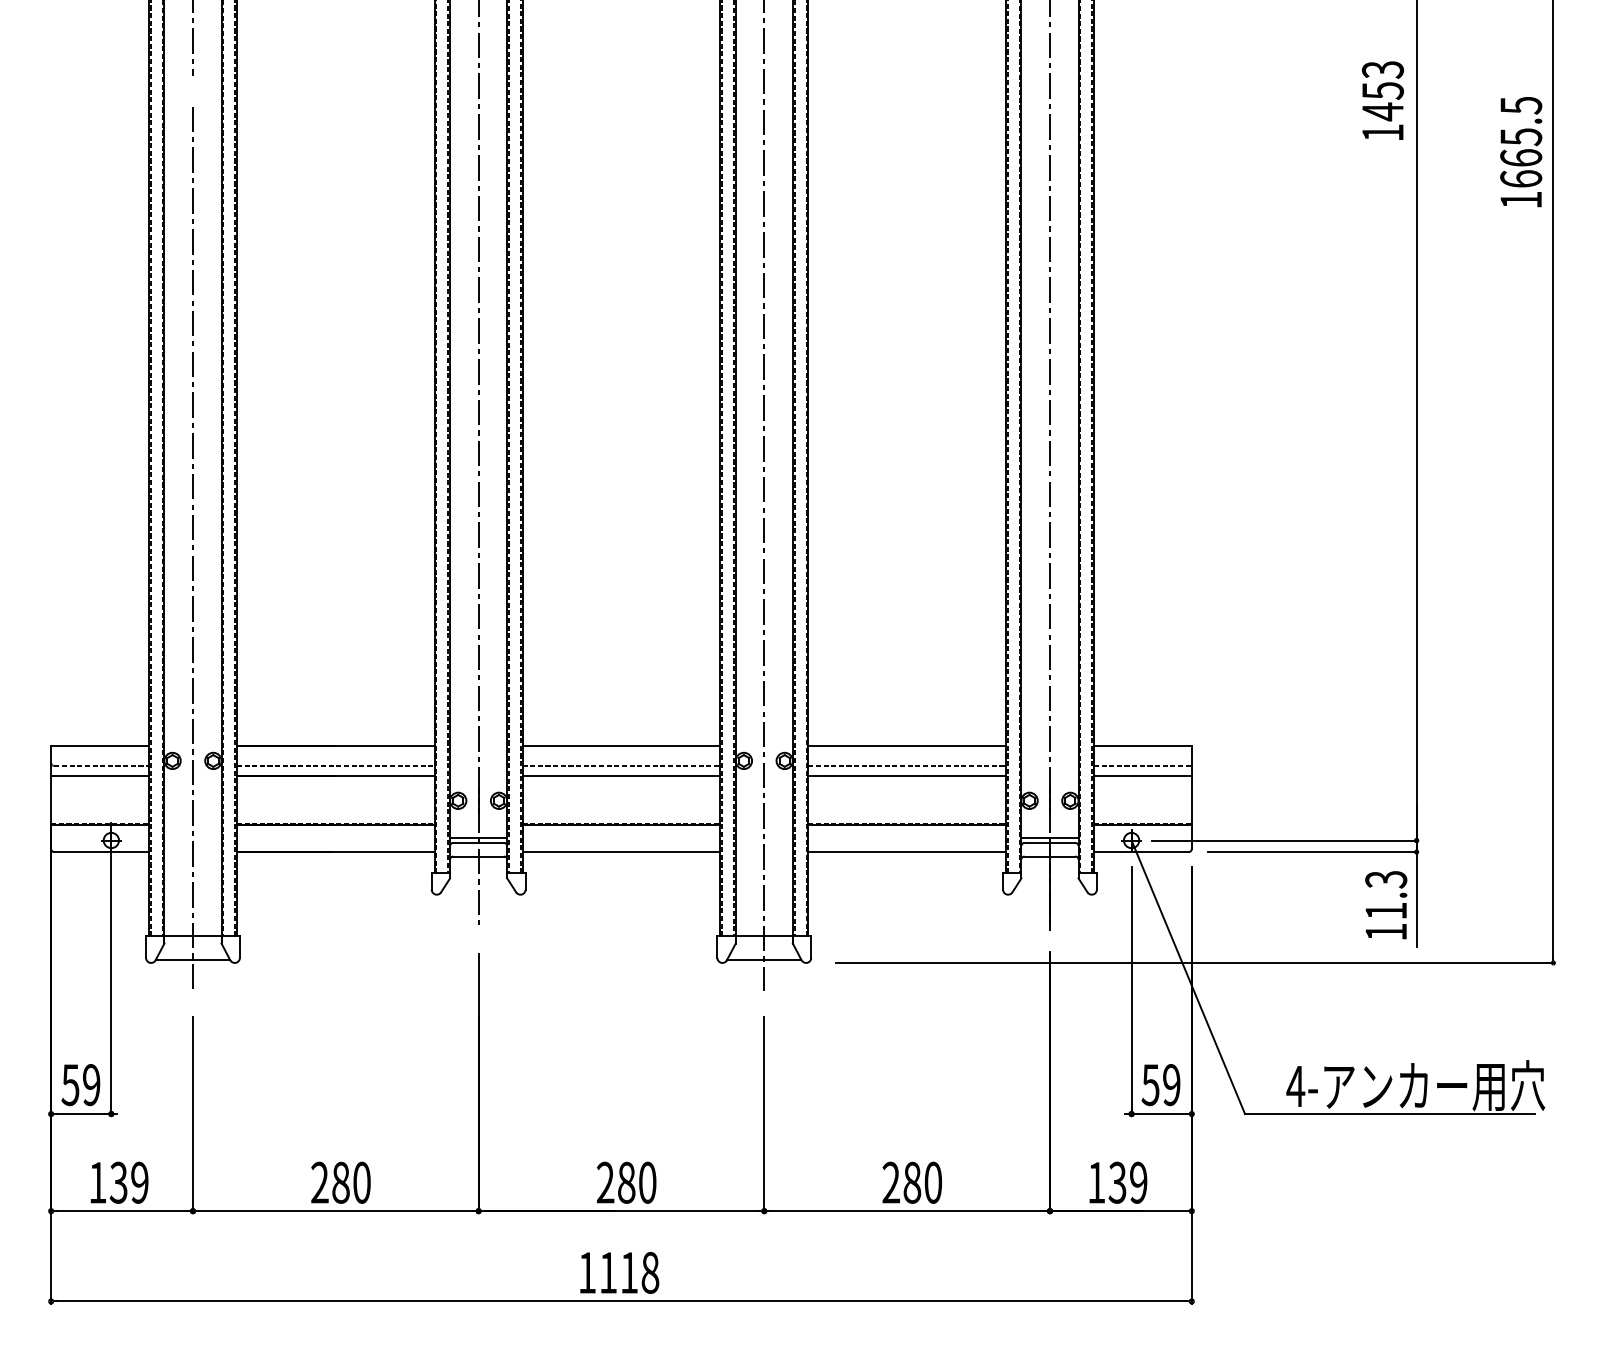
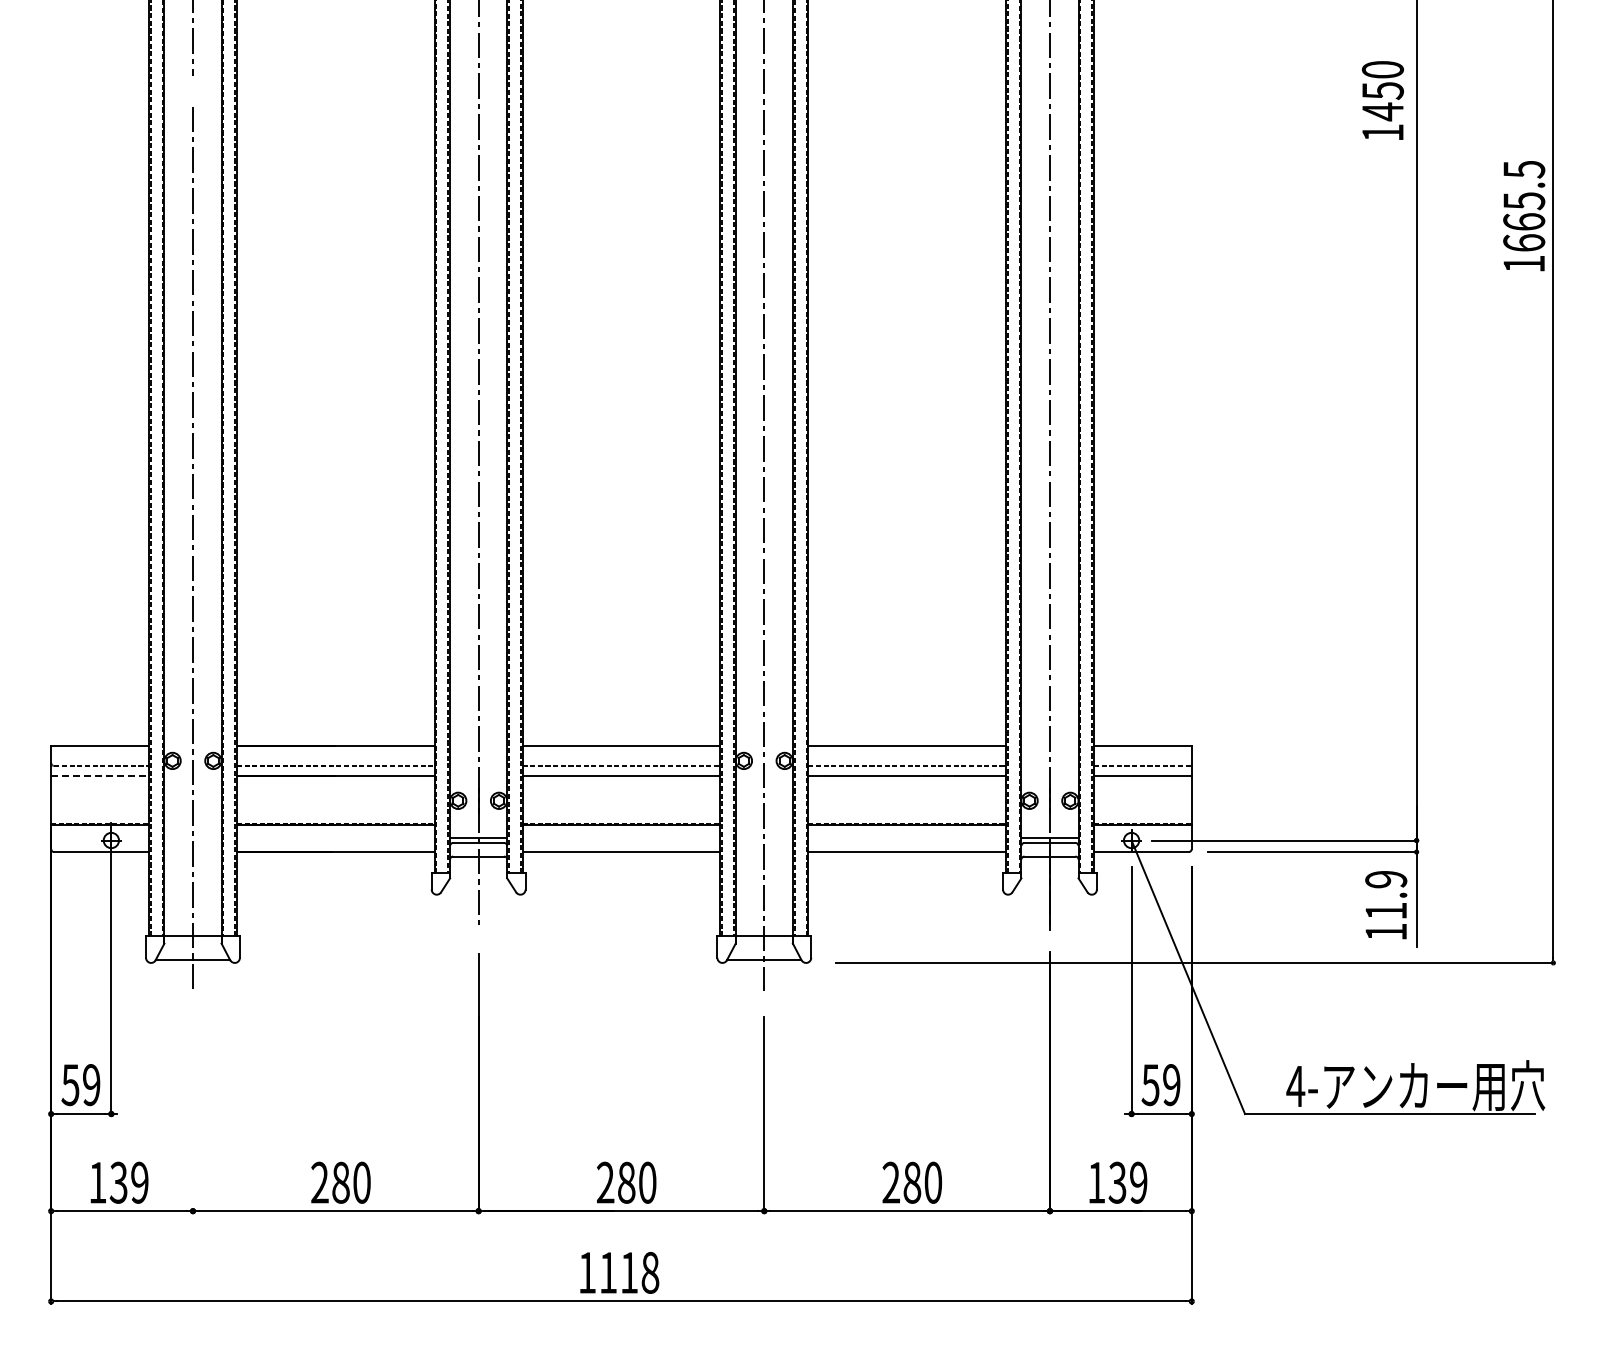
text at (1382, 69): 1453 -> 1450
text at (1521, 152) position: (1521, 152) -> (1524, 216)
line at (100, 776): solid -> dashed
text at (1386, 879): 11.3 -> 11.9
line at (192, 1114): present -> none
